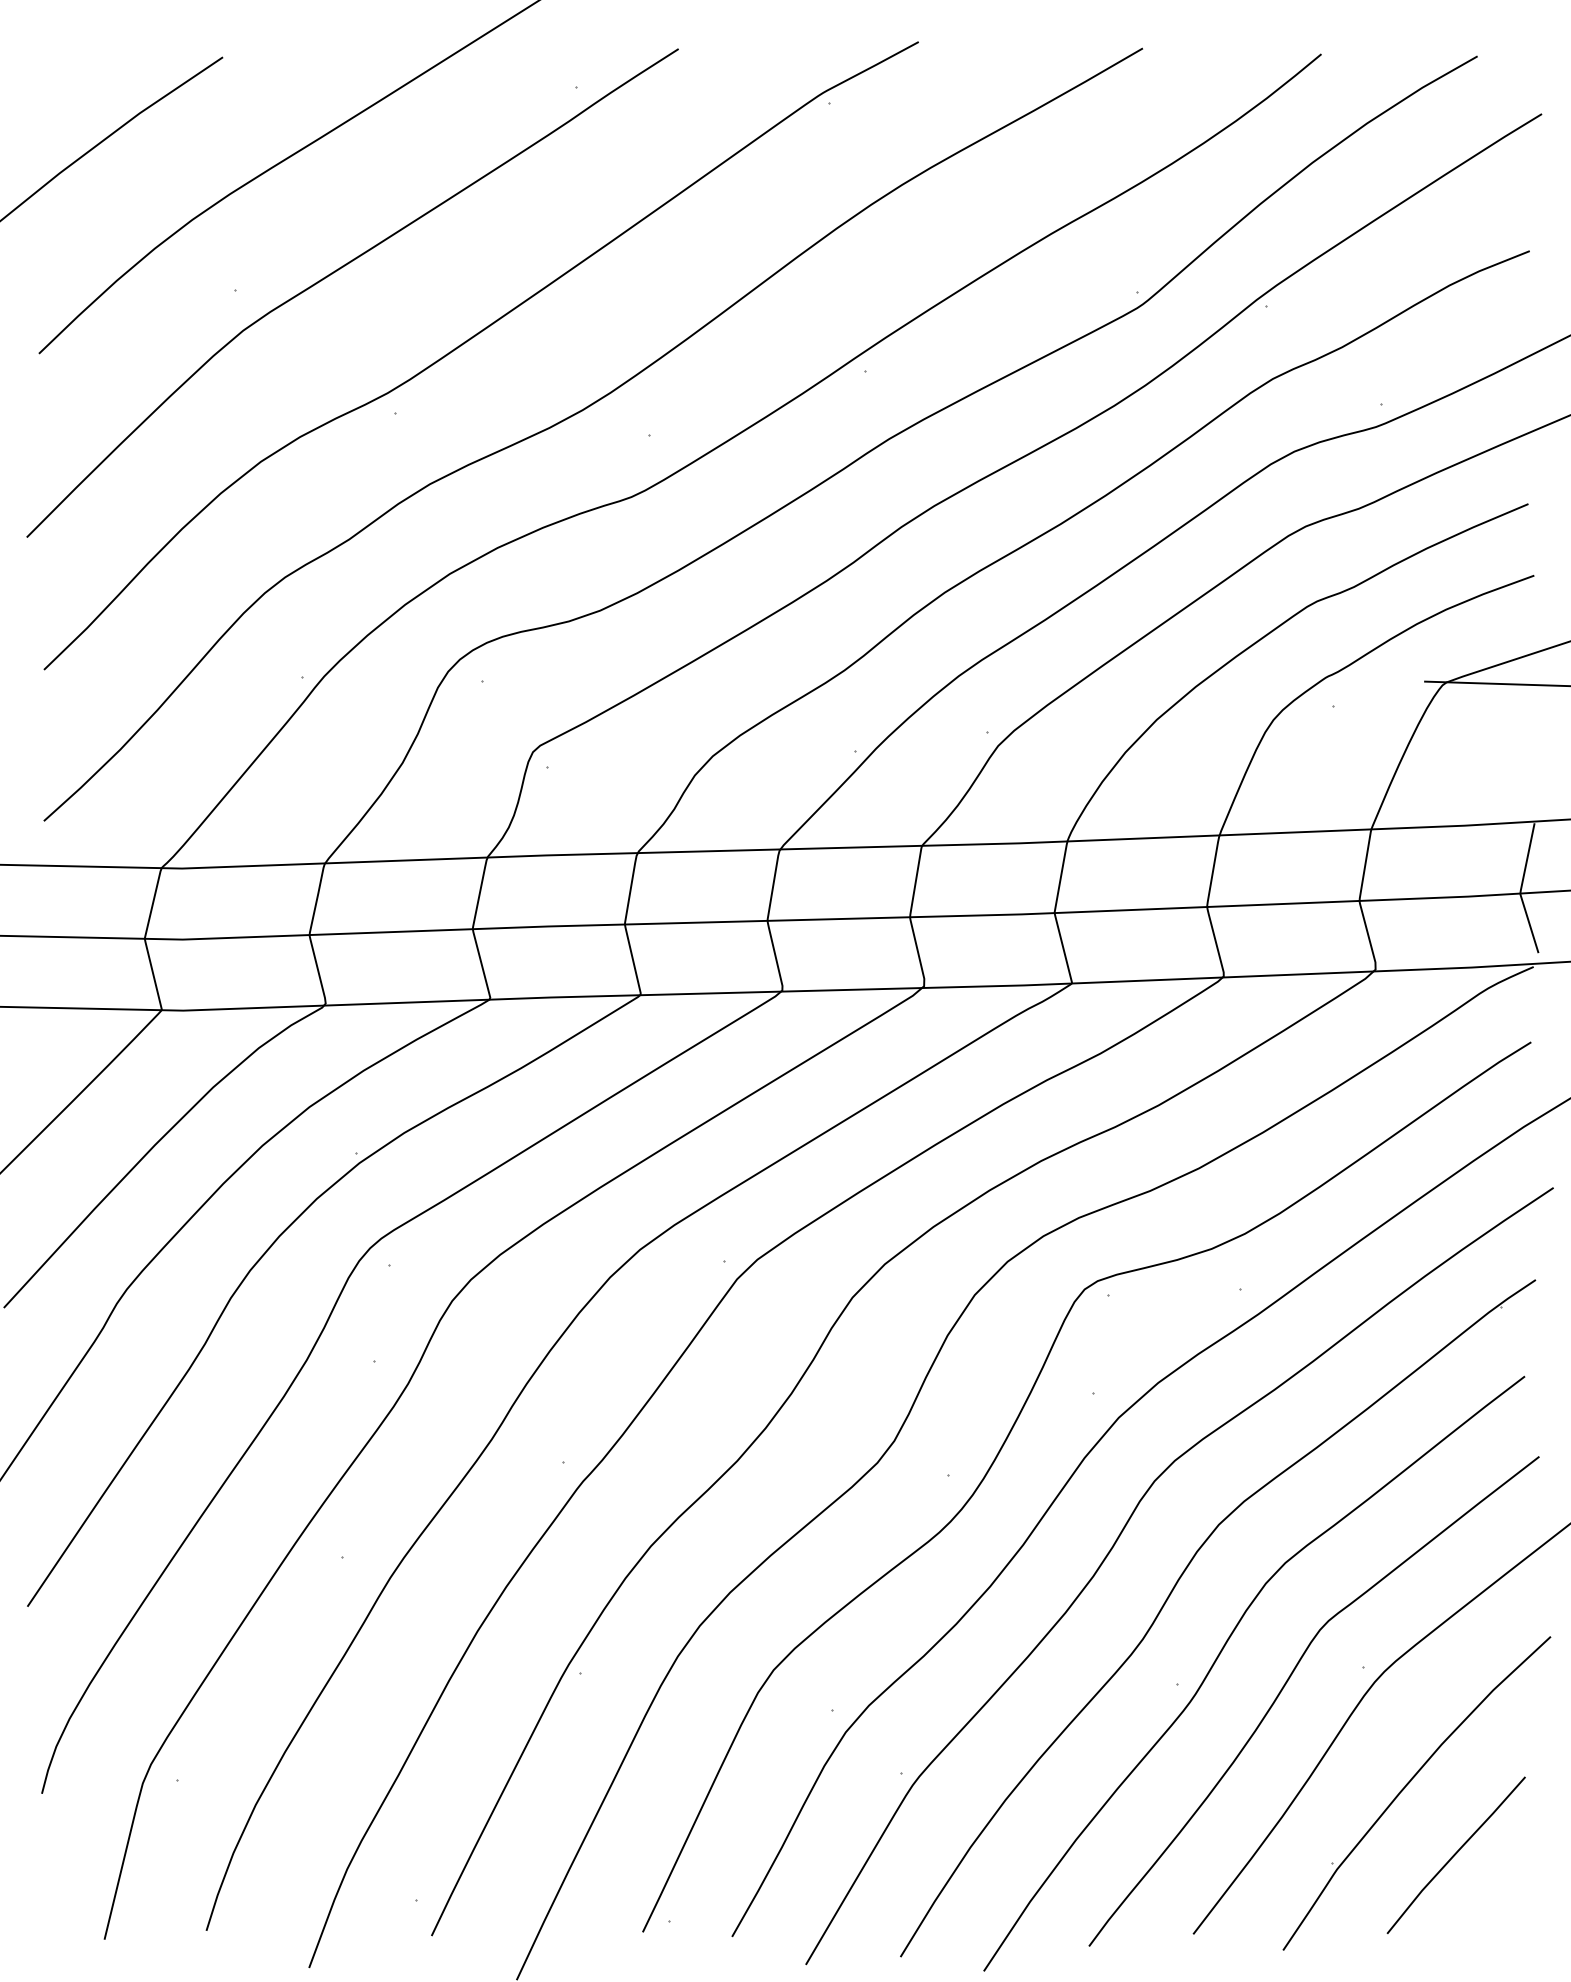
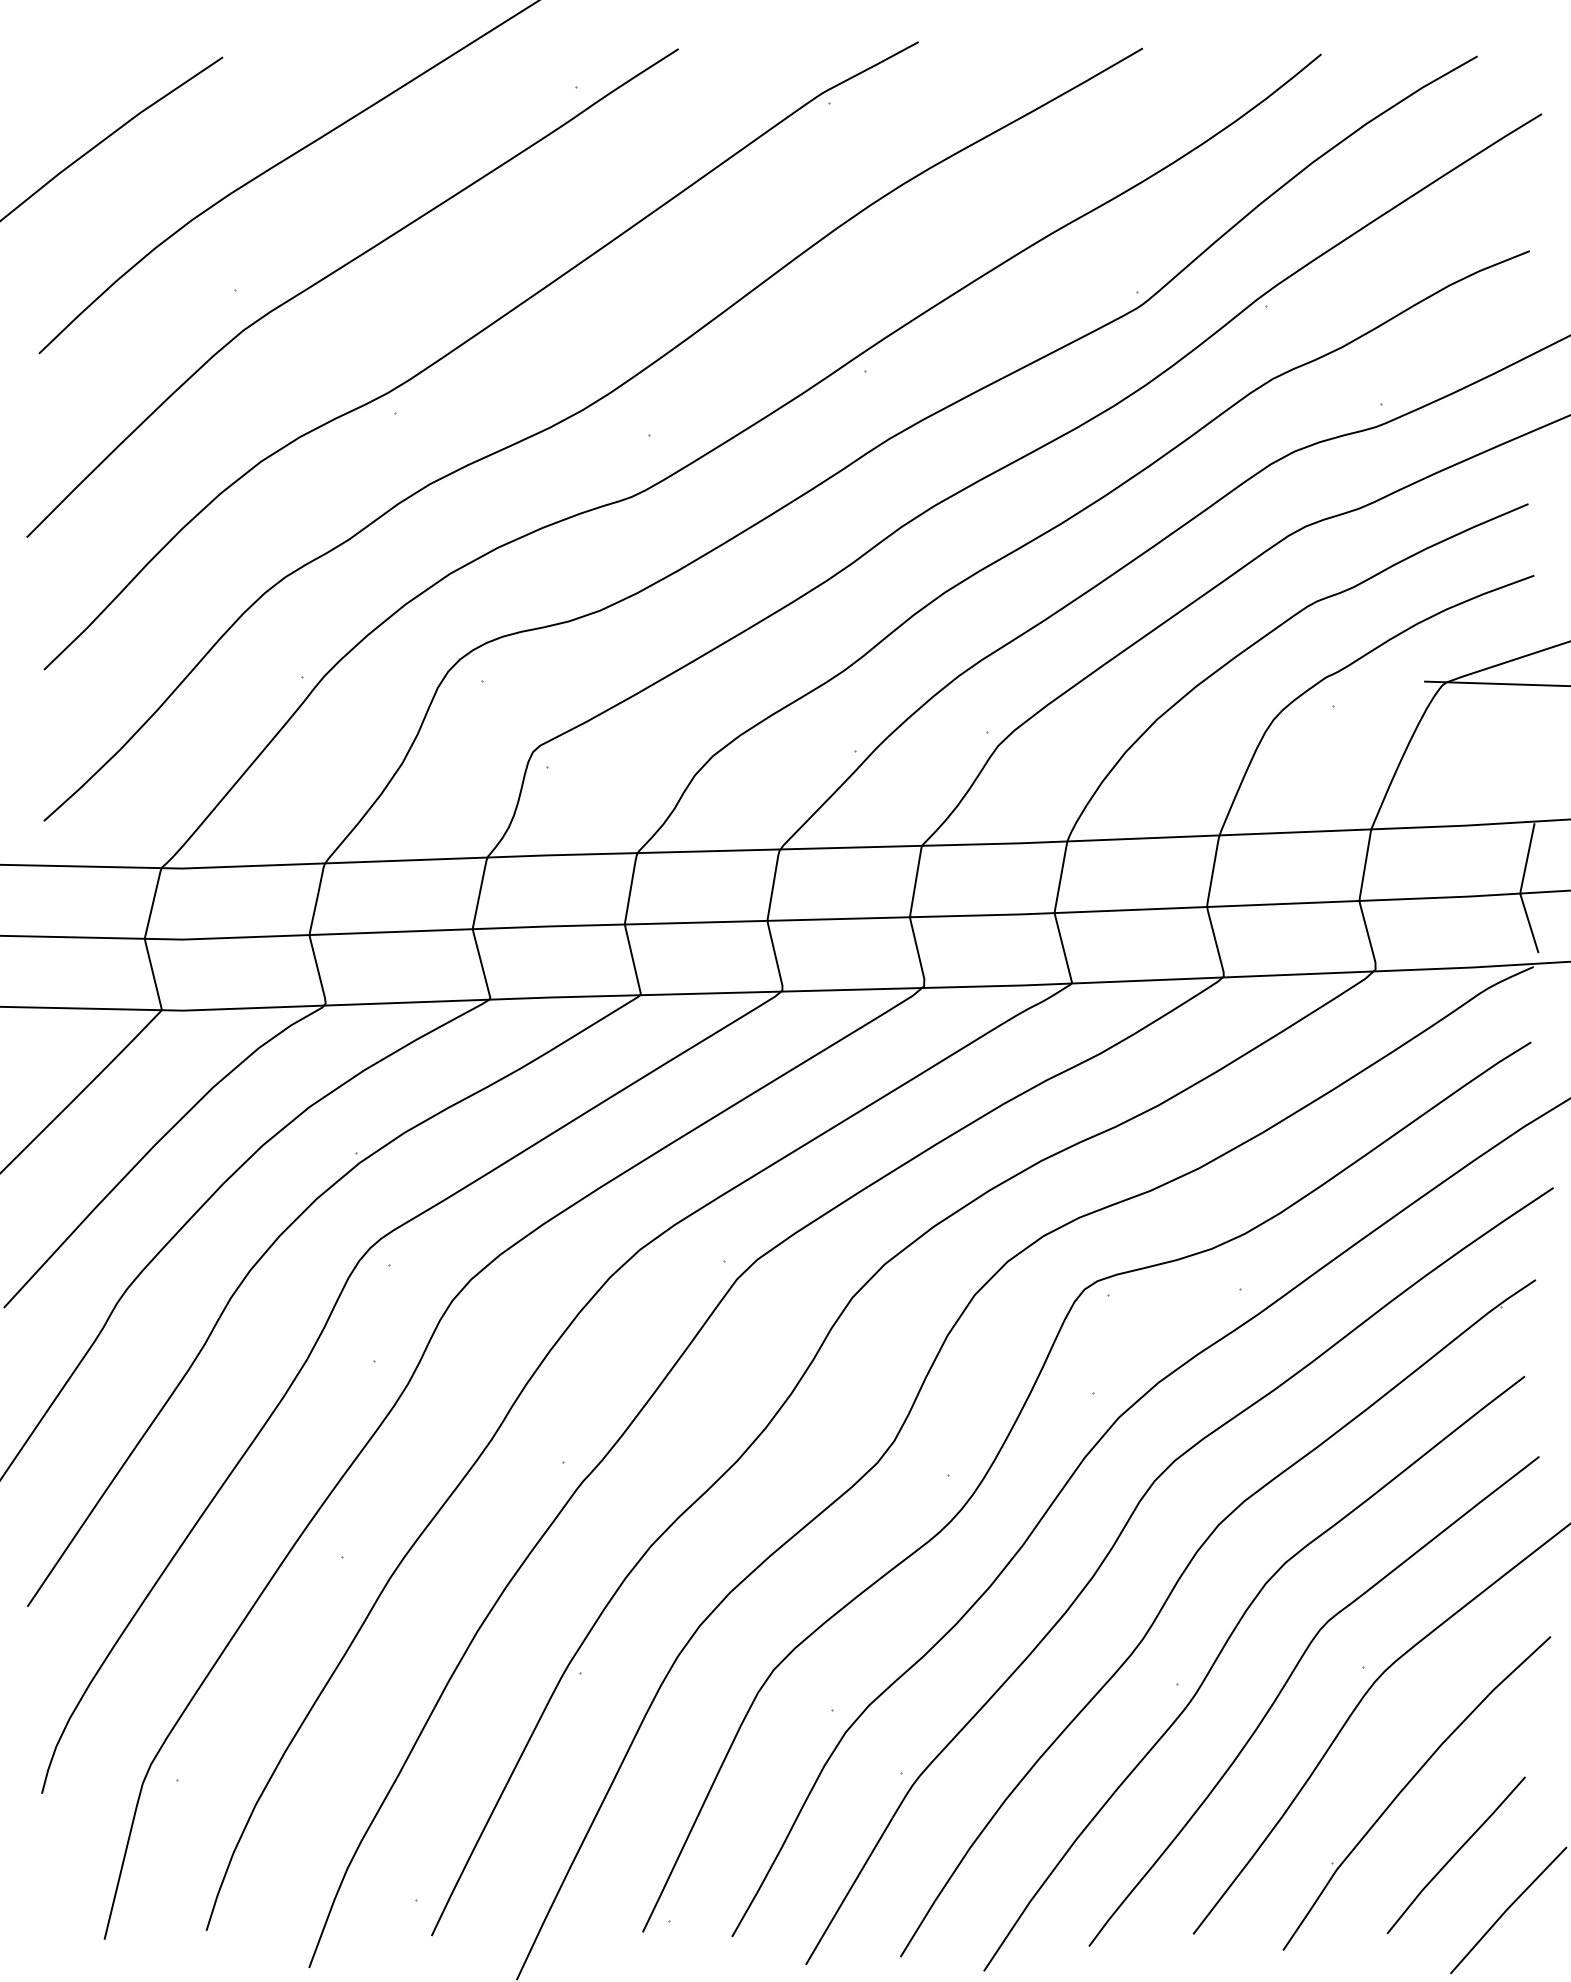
line at (1508, 1909): none -> present
